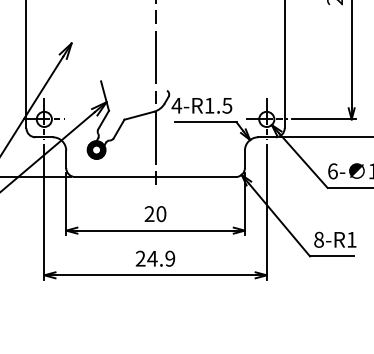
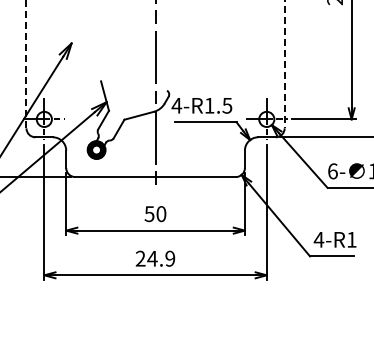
line at (26, 64): solid -> dashed
line at (284, 64): solid -> dashed
text at (149, 214): 20 -> 50
text at (318, 239): 8-R1 -> 4-R1
